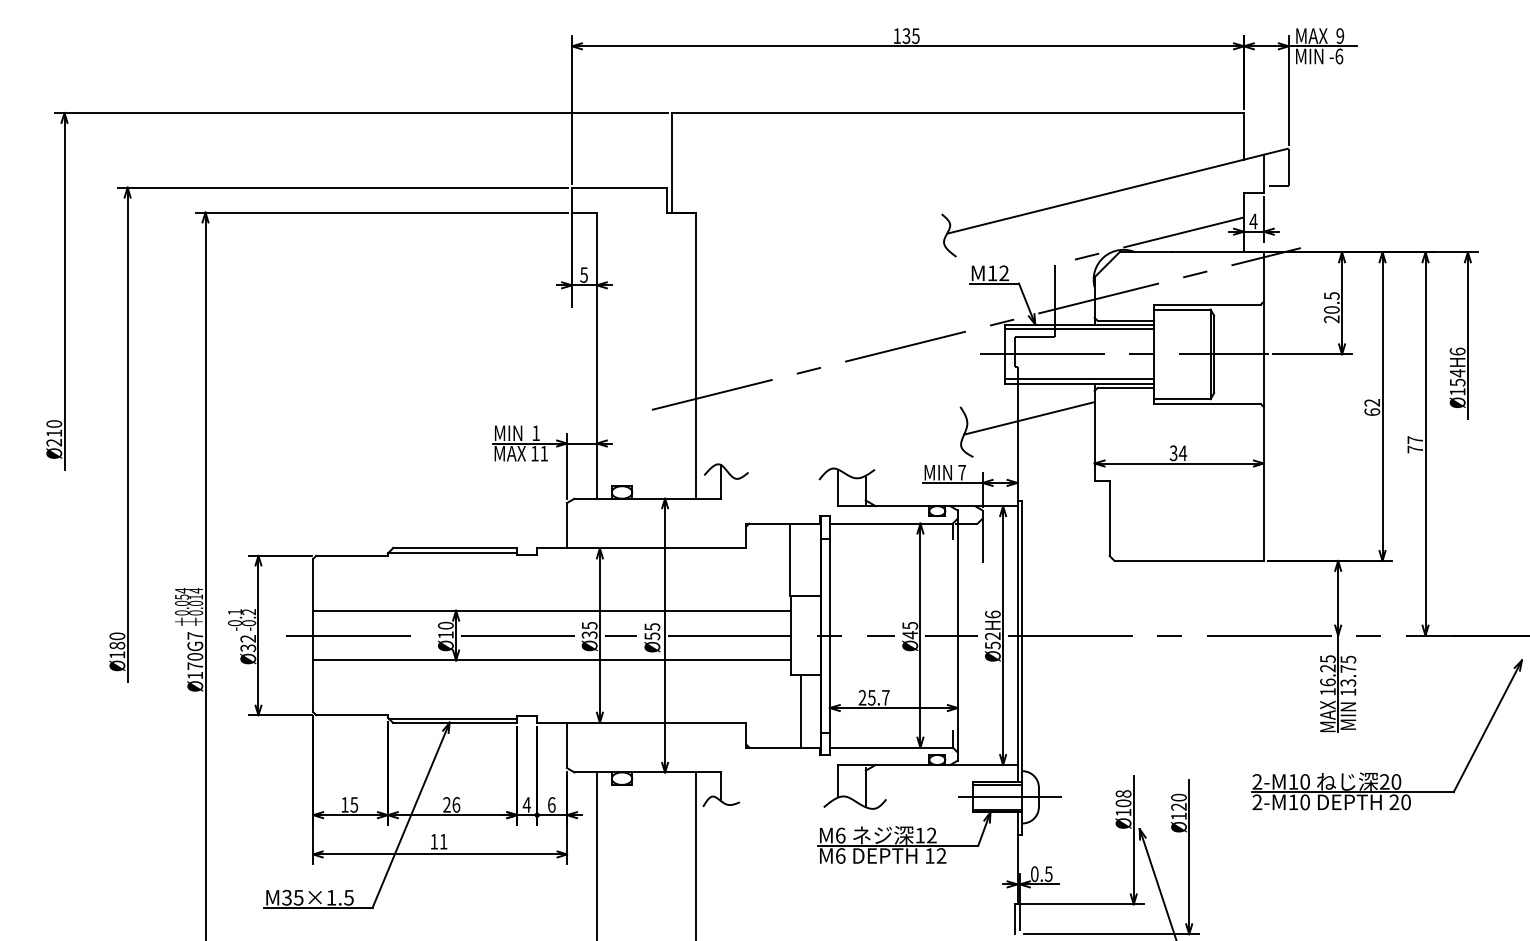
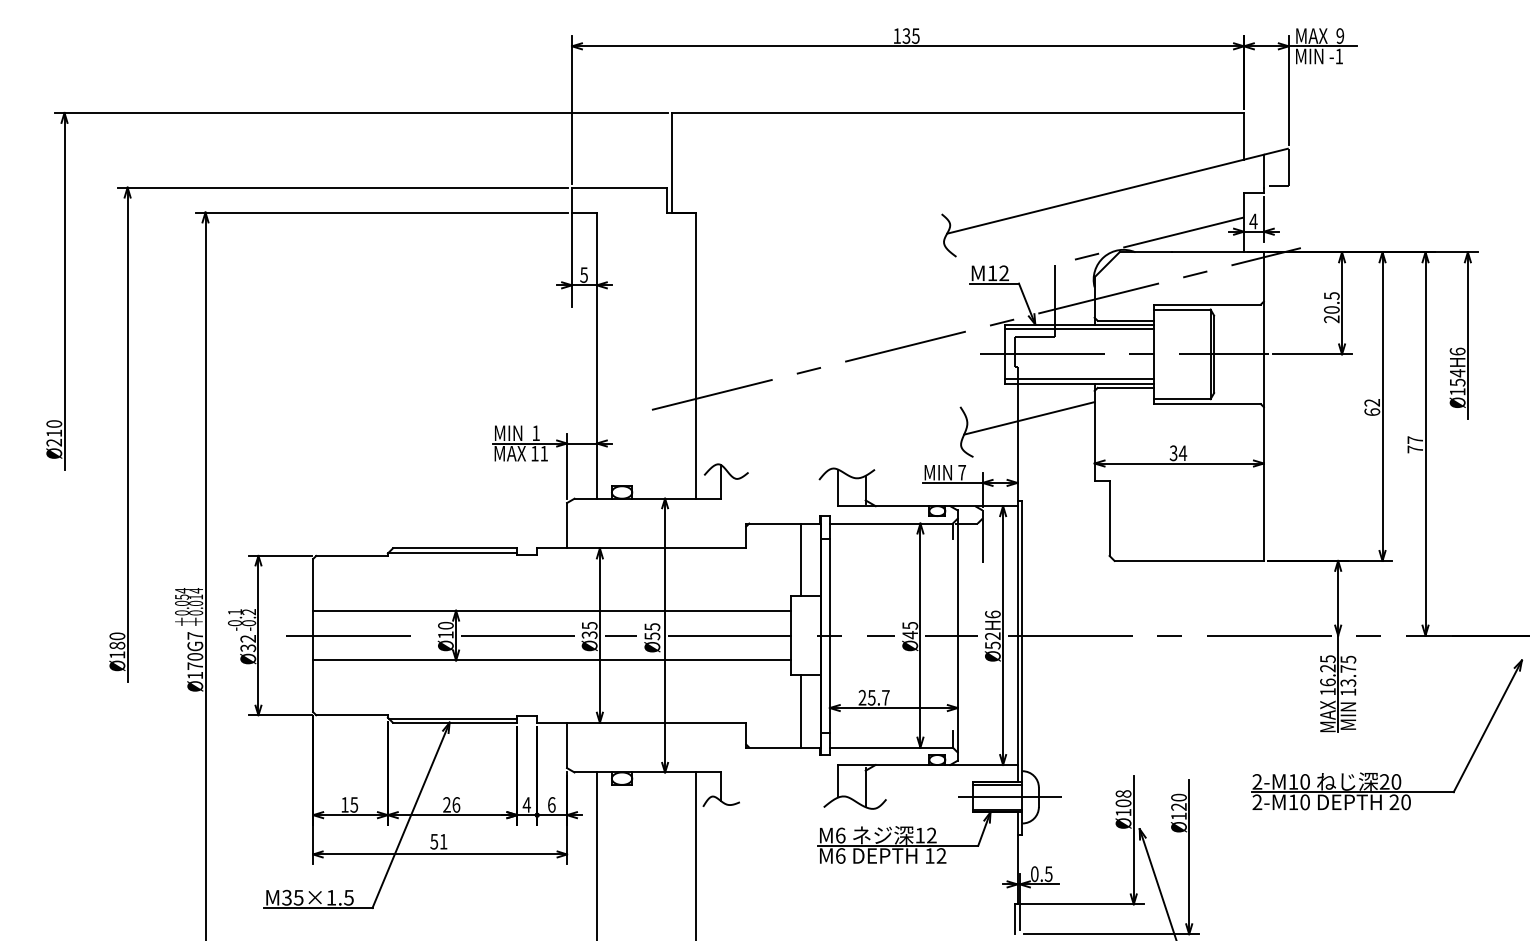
text at (1339, 56): -6 -> -1
line at (790, 559) position: (790, 559) -> (801, 559)
text at (434, 841): 11 -> 51
